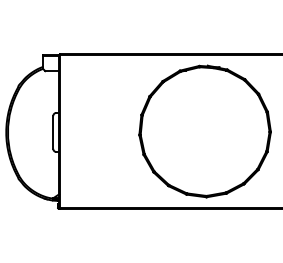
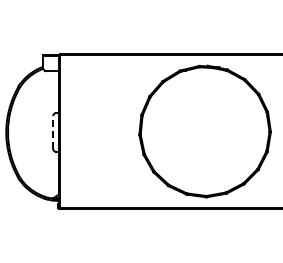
line at (53, 131): solid -> dashed
